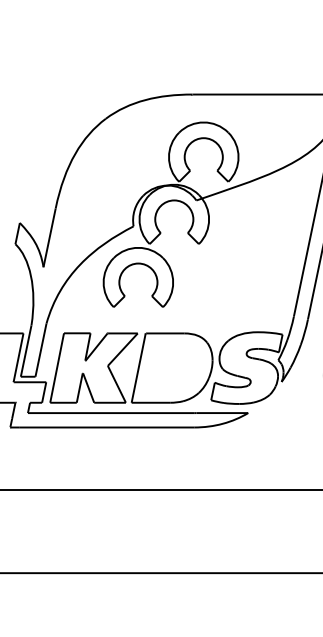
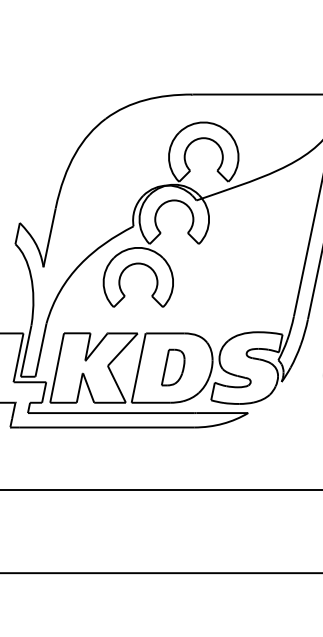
part at (173, 367): none -> present
